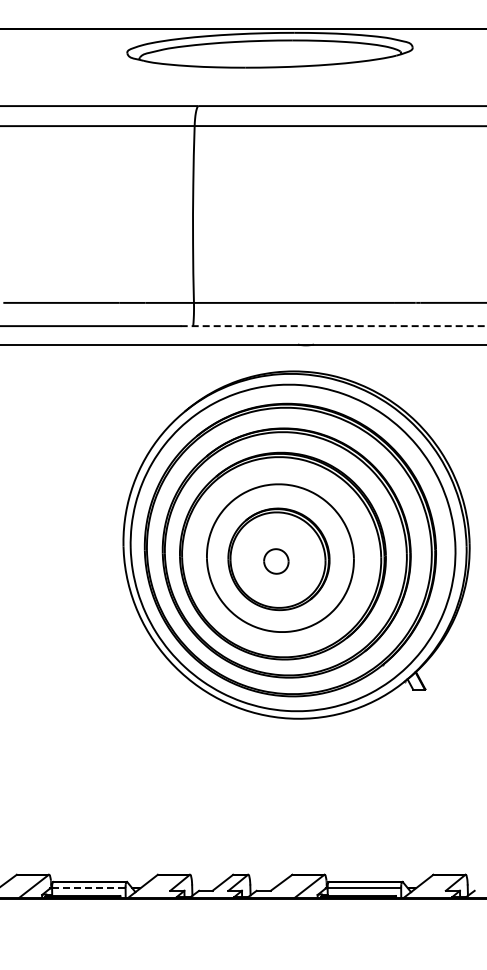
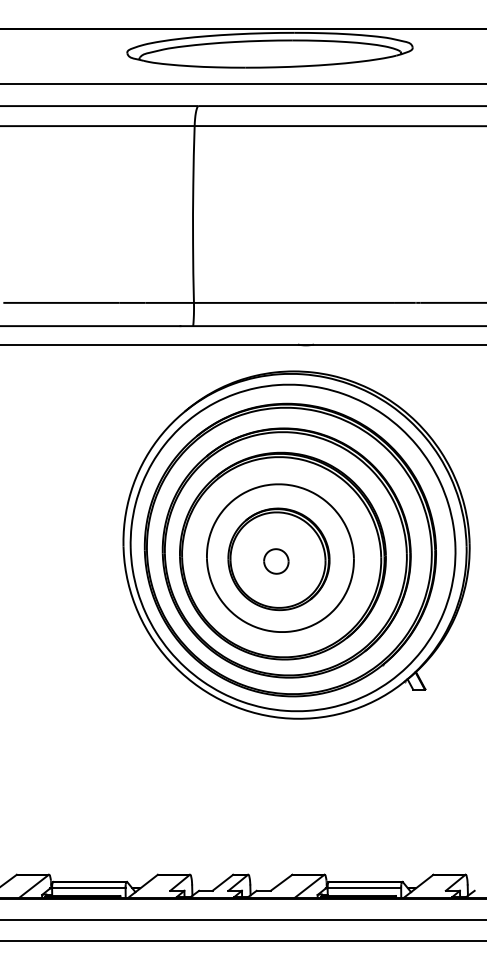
line at (242, 83): none -> present
line at (333, 326): dashed -> solid
line at (88, 887): dashed -> solid
line at (242, 919): none -> present
line at (242, 940): none -> present
